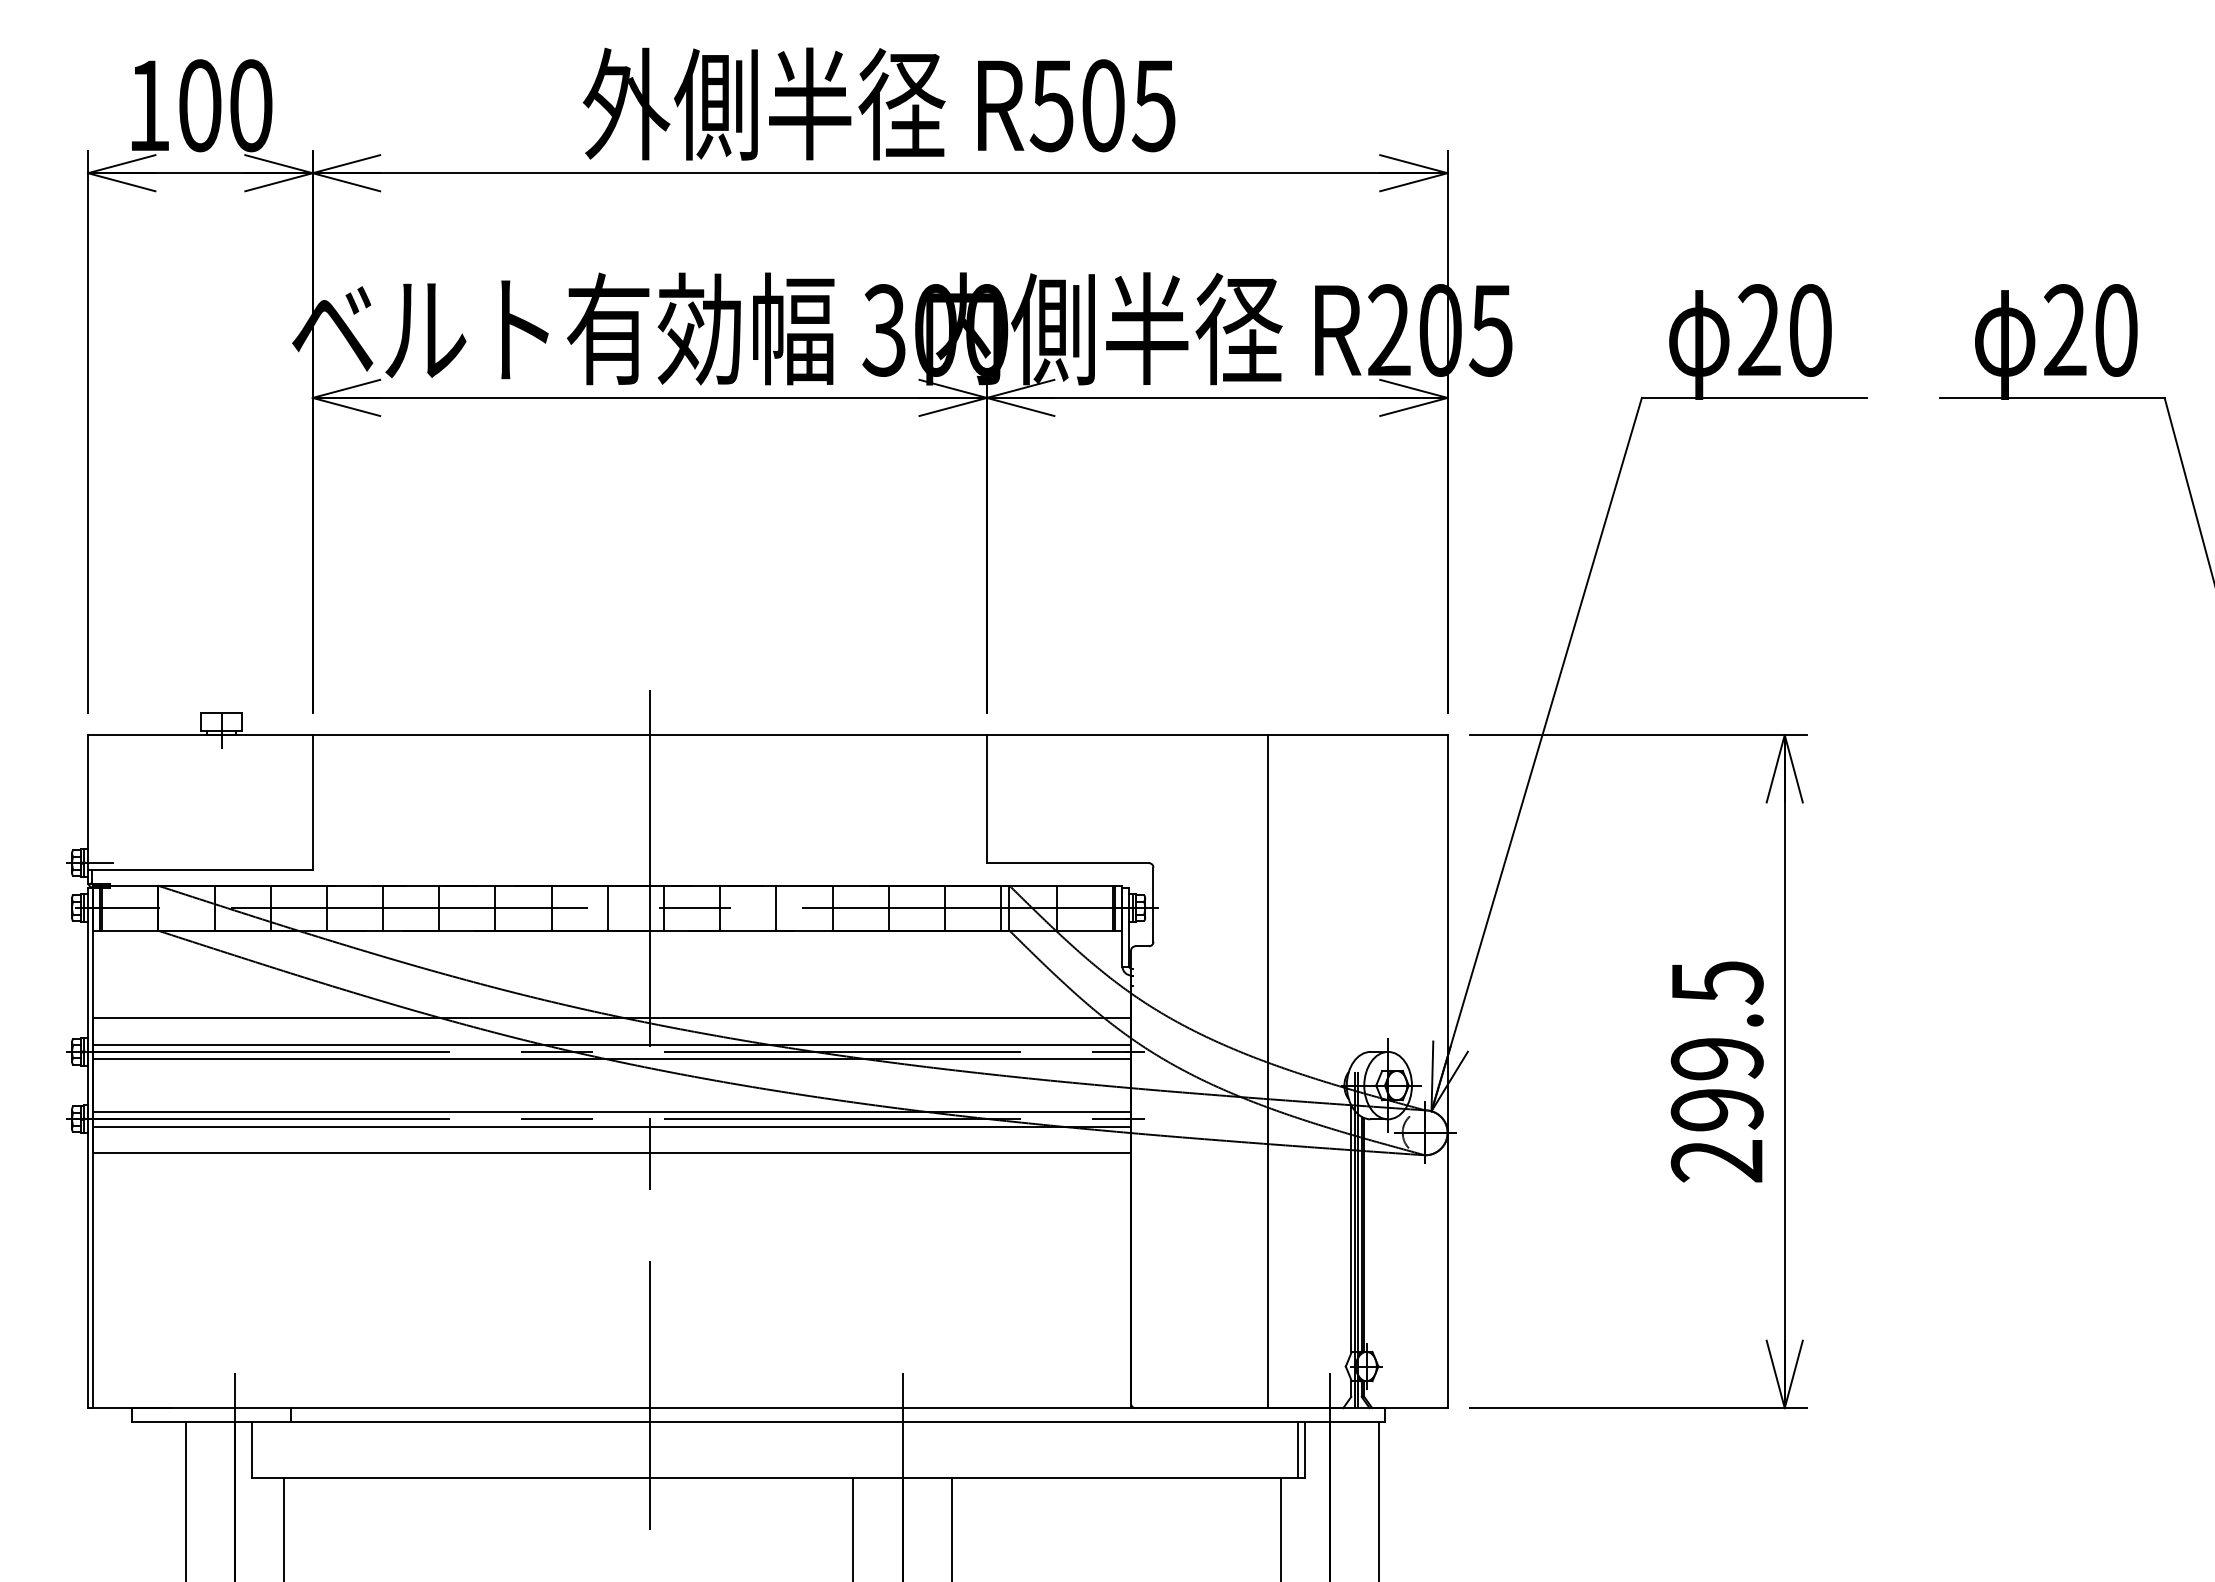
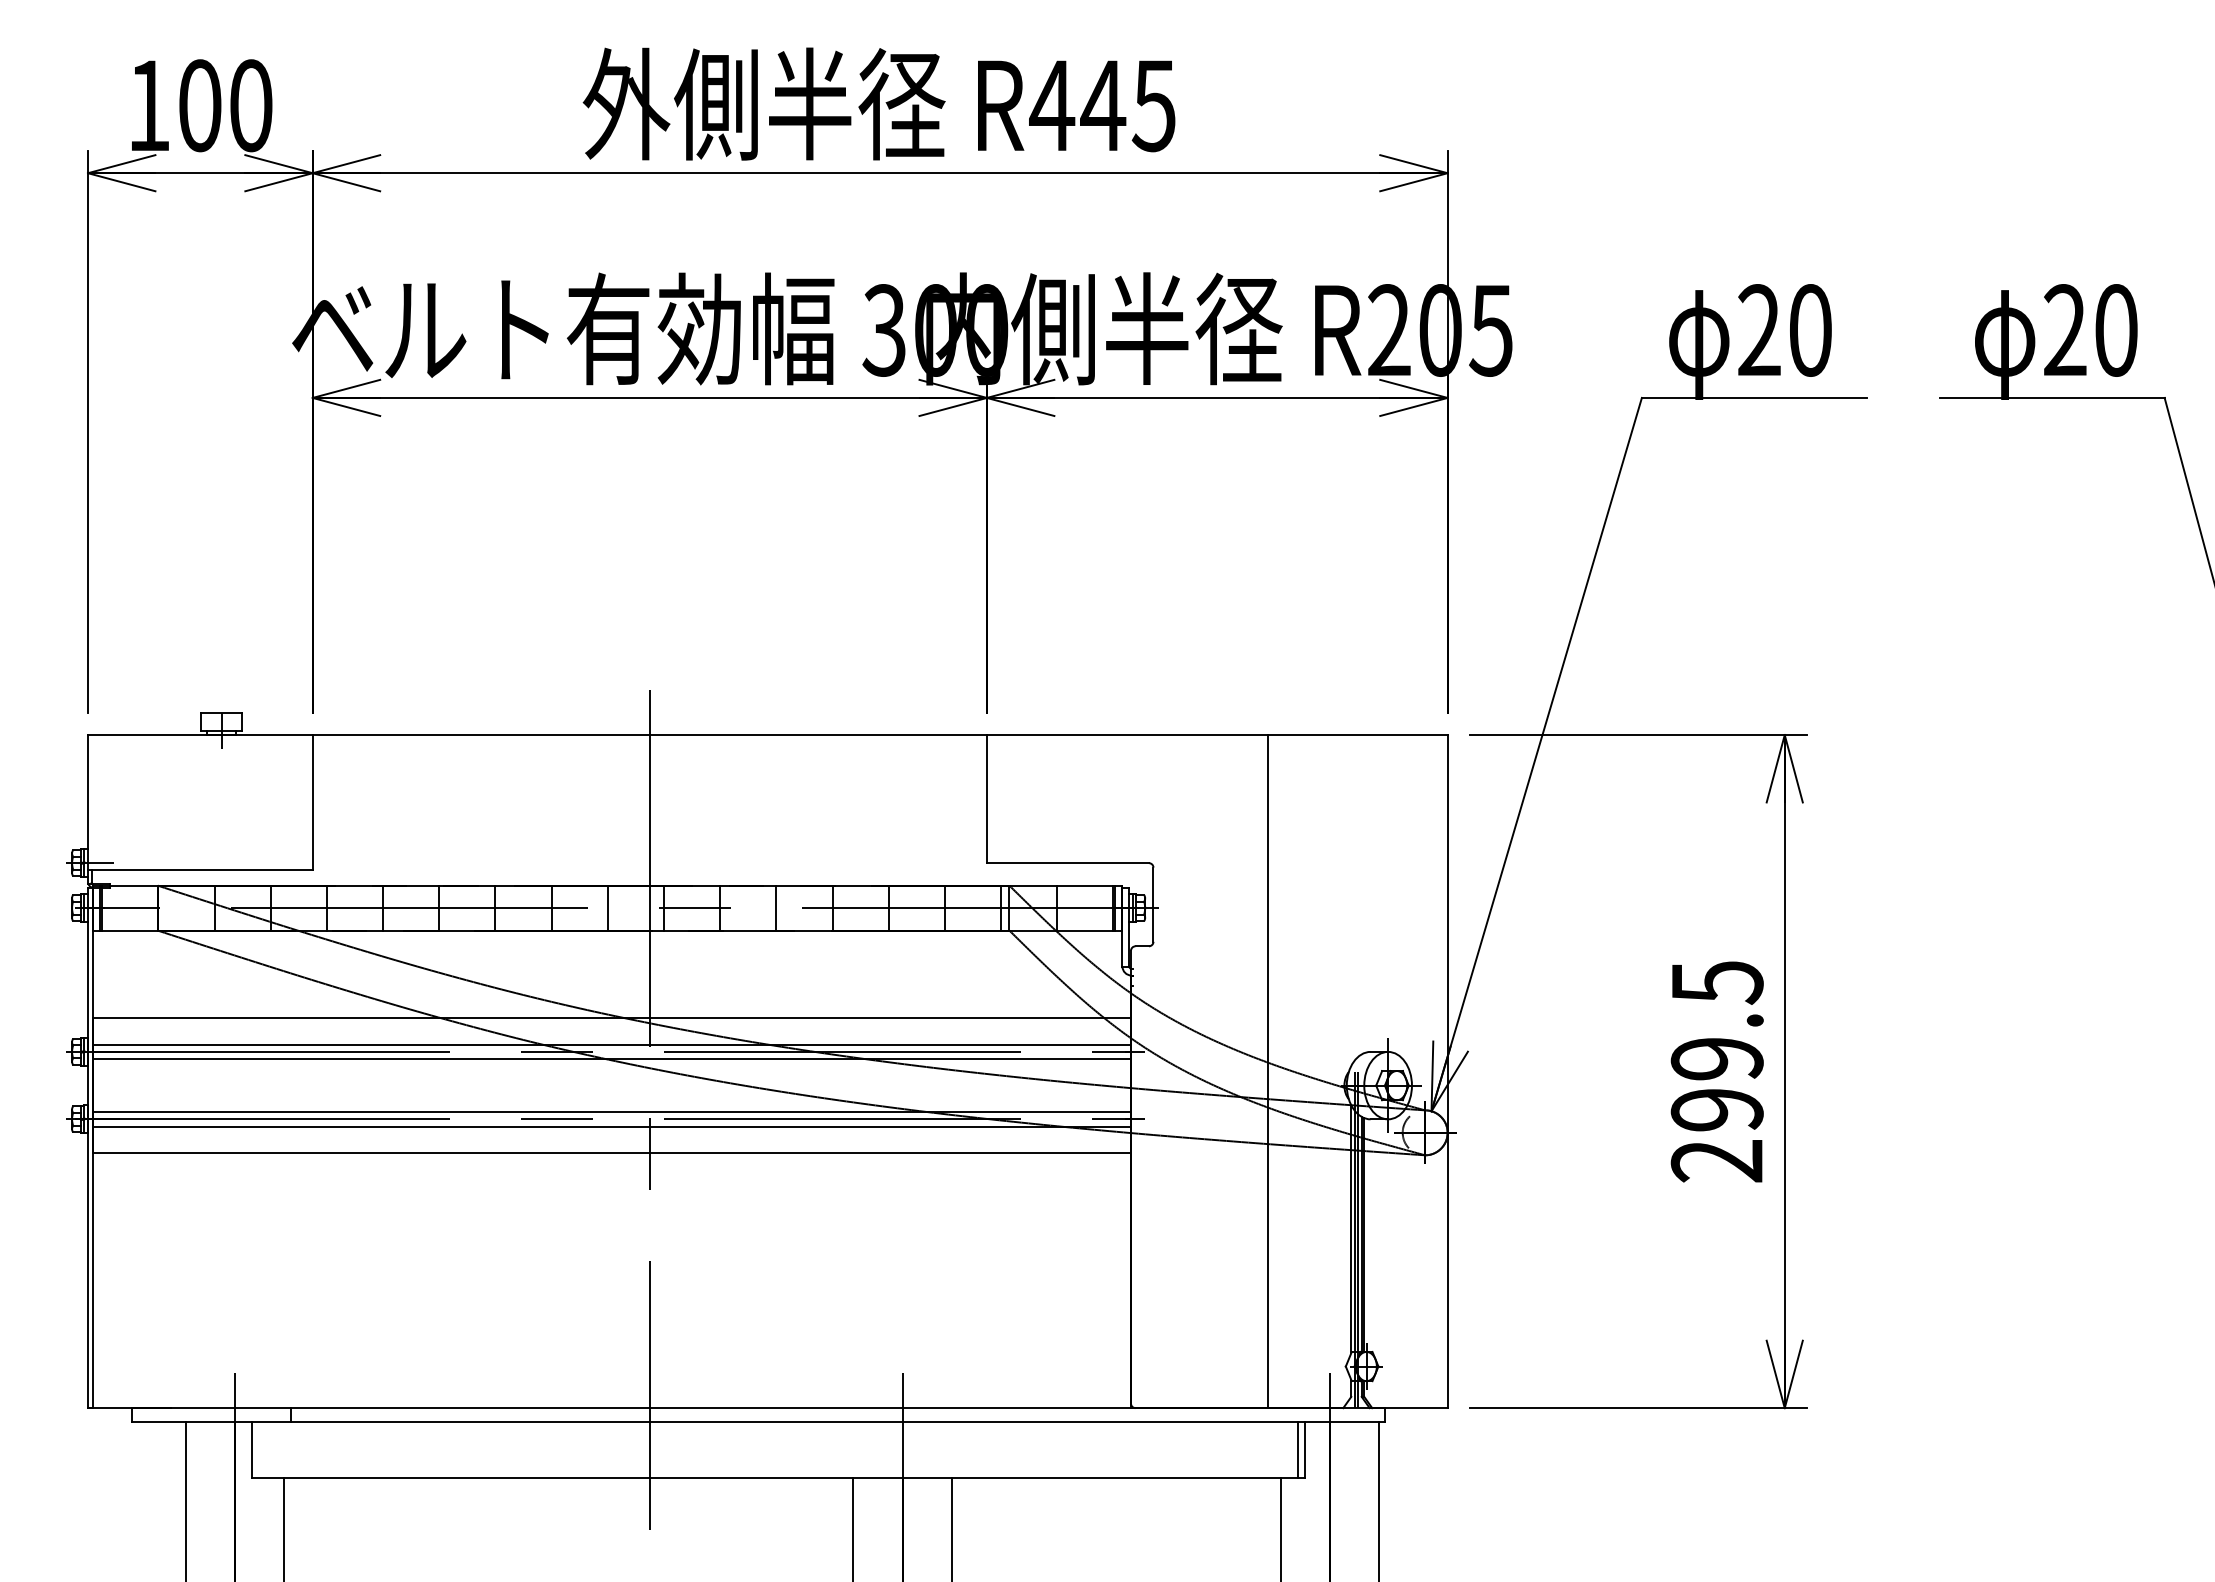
text at (1077, 105): R505 -> R445
